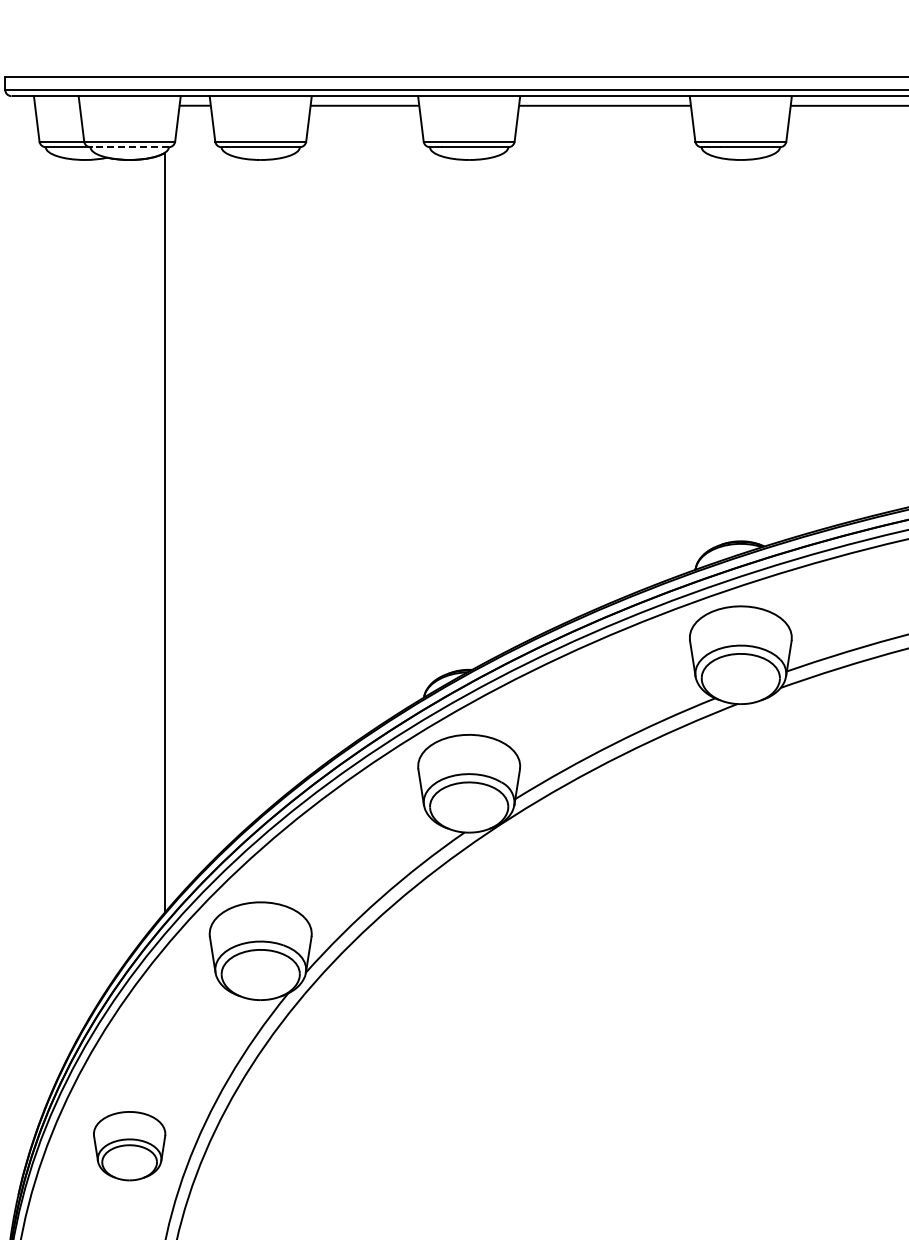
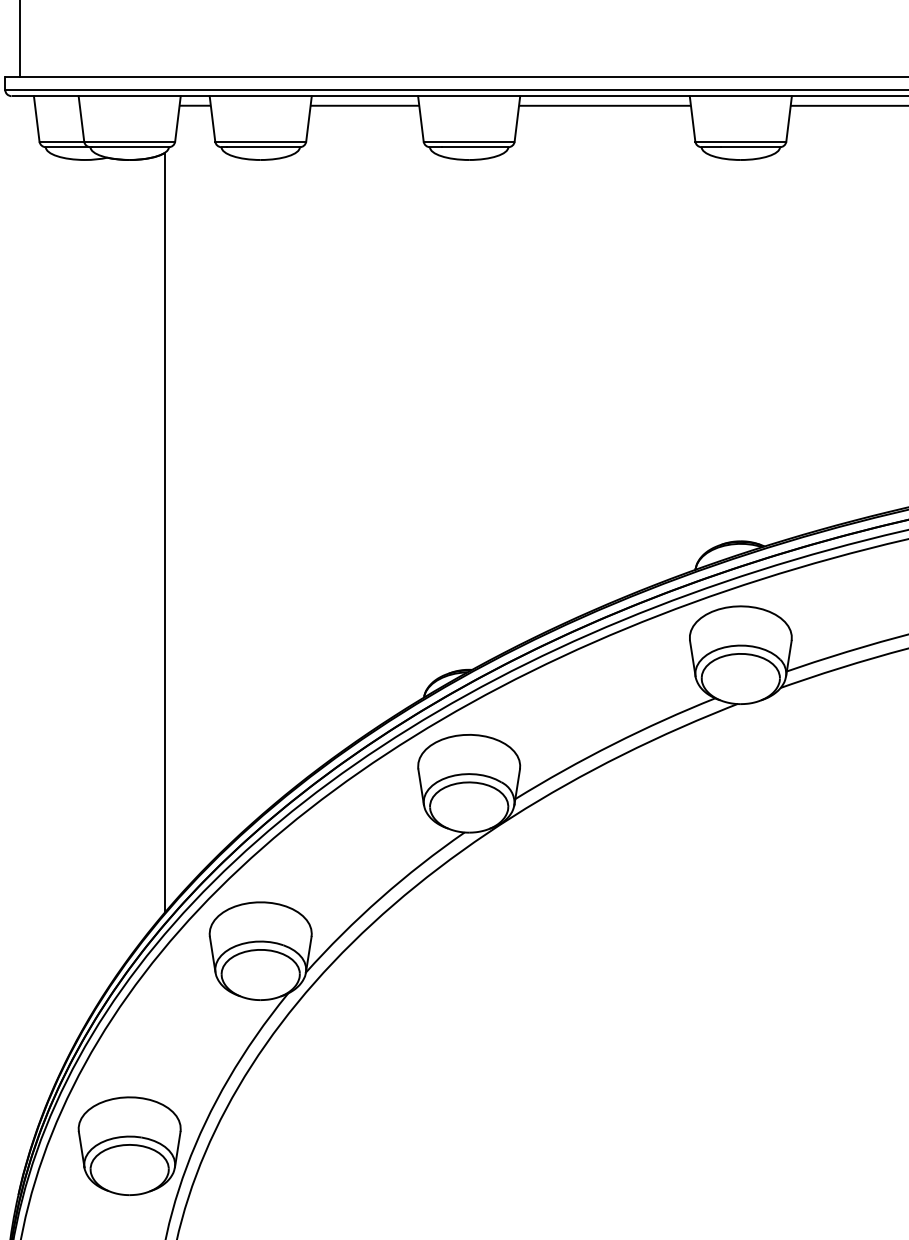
line at (19, 39): none -> present
line at (129, 147): dashed -> solid
part at (129, 1146) size: 74x71 px -> 105x100 px
